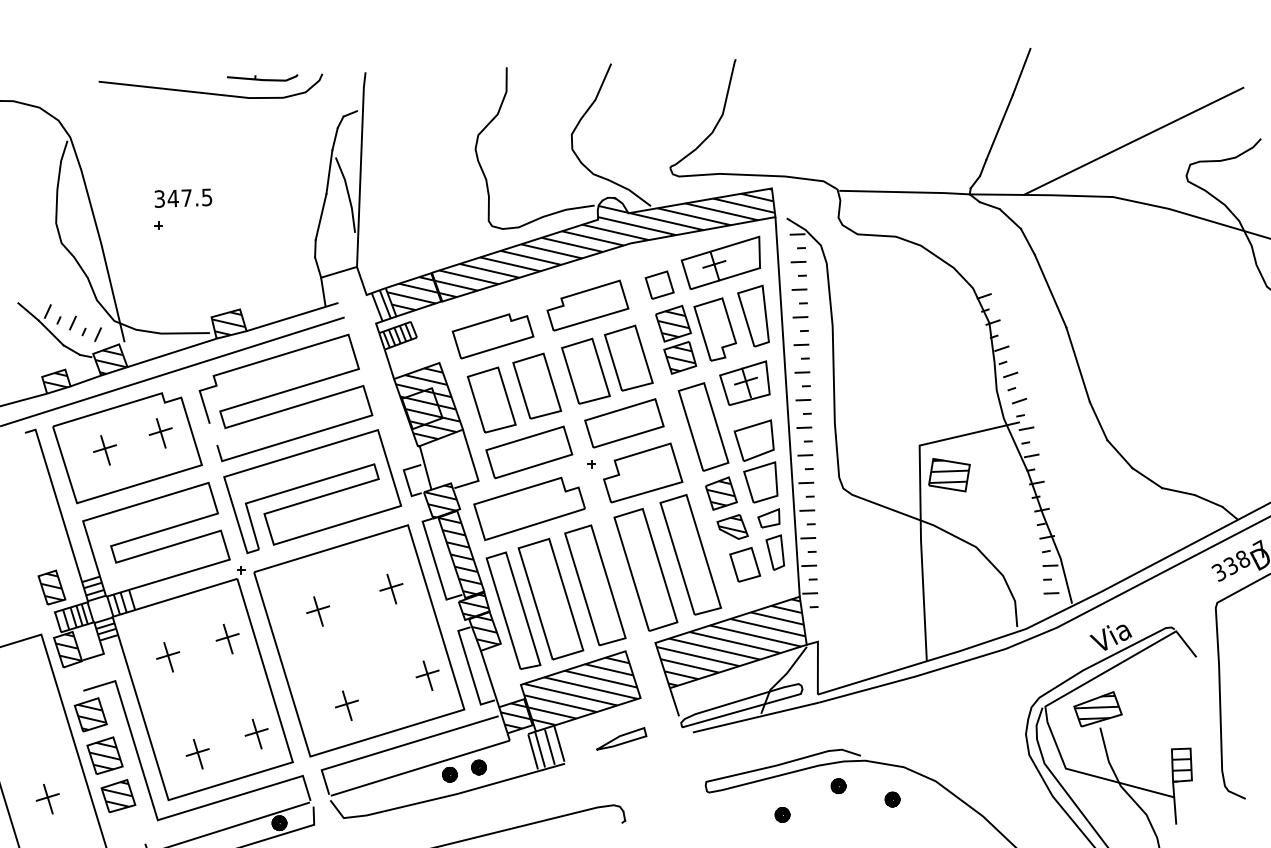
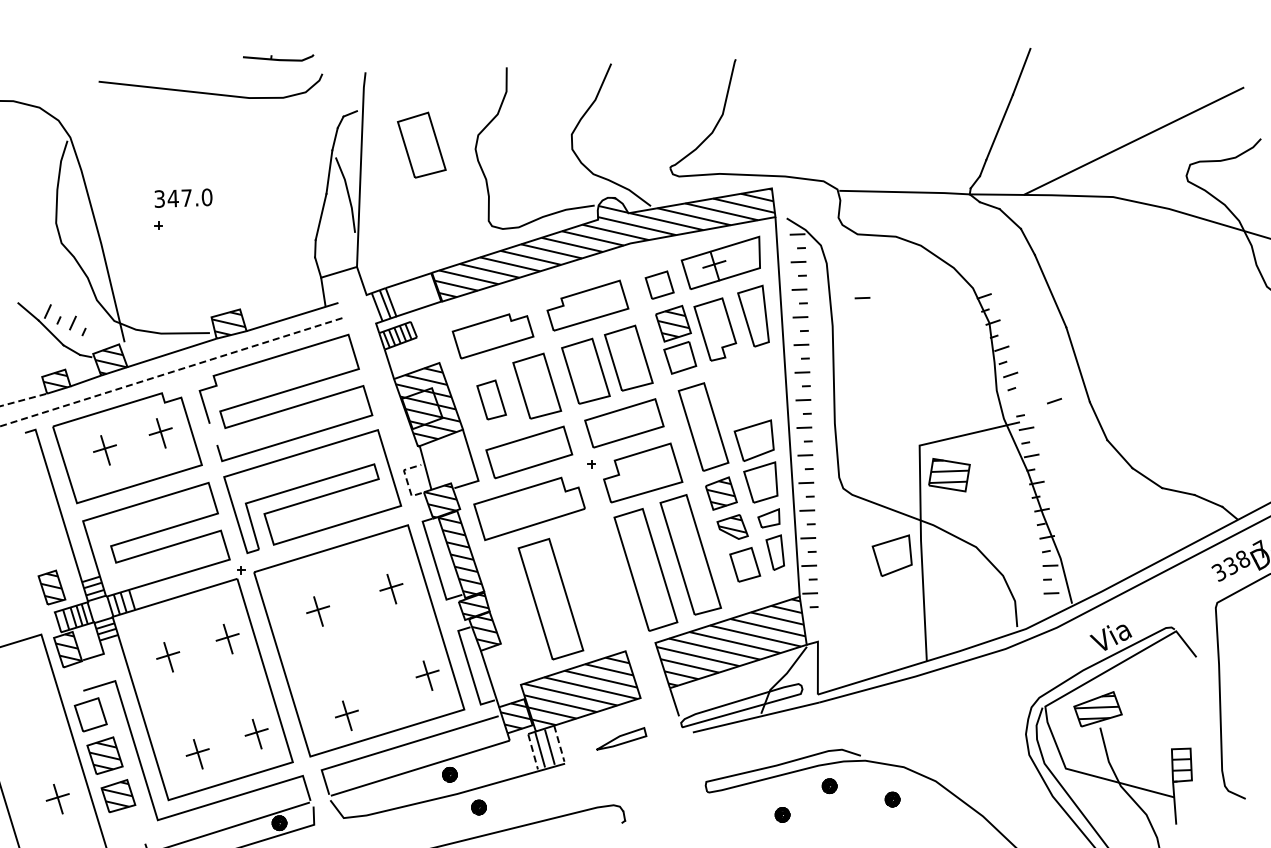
part at (262, 77) position: (262, 77) -> (278, 57)
part at (421, 144): none -> present
text at (206, 197): 347.5 -> 347.0
hatch at (412, 293): present -> none
line at (862, 298): none -> present
line at (97, 334): present -> none
hatch at (680, 358): present -> none
line at (172, 371): solid -> dashed
part at (744, 382): present -> none
line at (23, 399): solid -> dashed
part at (491, 399) size: 51x68 px -> 31x42 px
line at (1019, 401) position: (1019, 401) -> (1054, 401)
line at (406, 479): solid -> dashed
part at (891, 555): none -> present
part at (595, 585): present -> none
part at (513, 610): present -> none
part at (346, 705) position: (346, 705) -> (346, 715)
hatch at (91, 713): present -> none
line at (559, 743): solid -> dashed
line at (533, 752): solid -> dashed
part at (478, 767) position: (478, 767) -> (478, 807)
part at (838, 786) position: (838, 786) -> (829, 786)
part at (47, 799) position: (47, 799) -> (57, 799)
